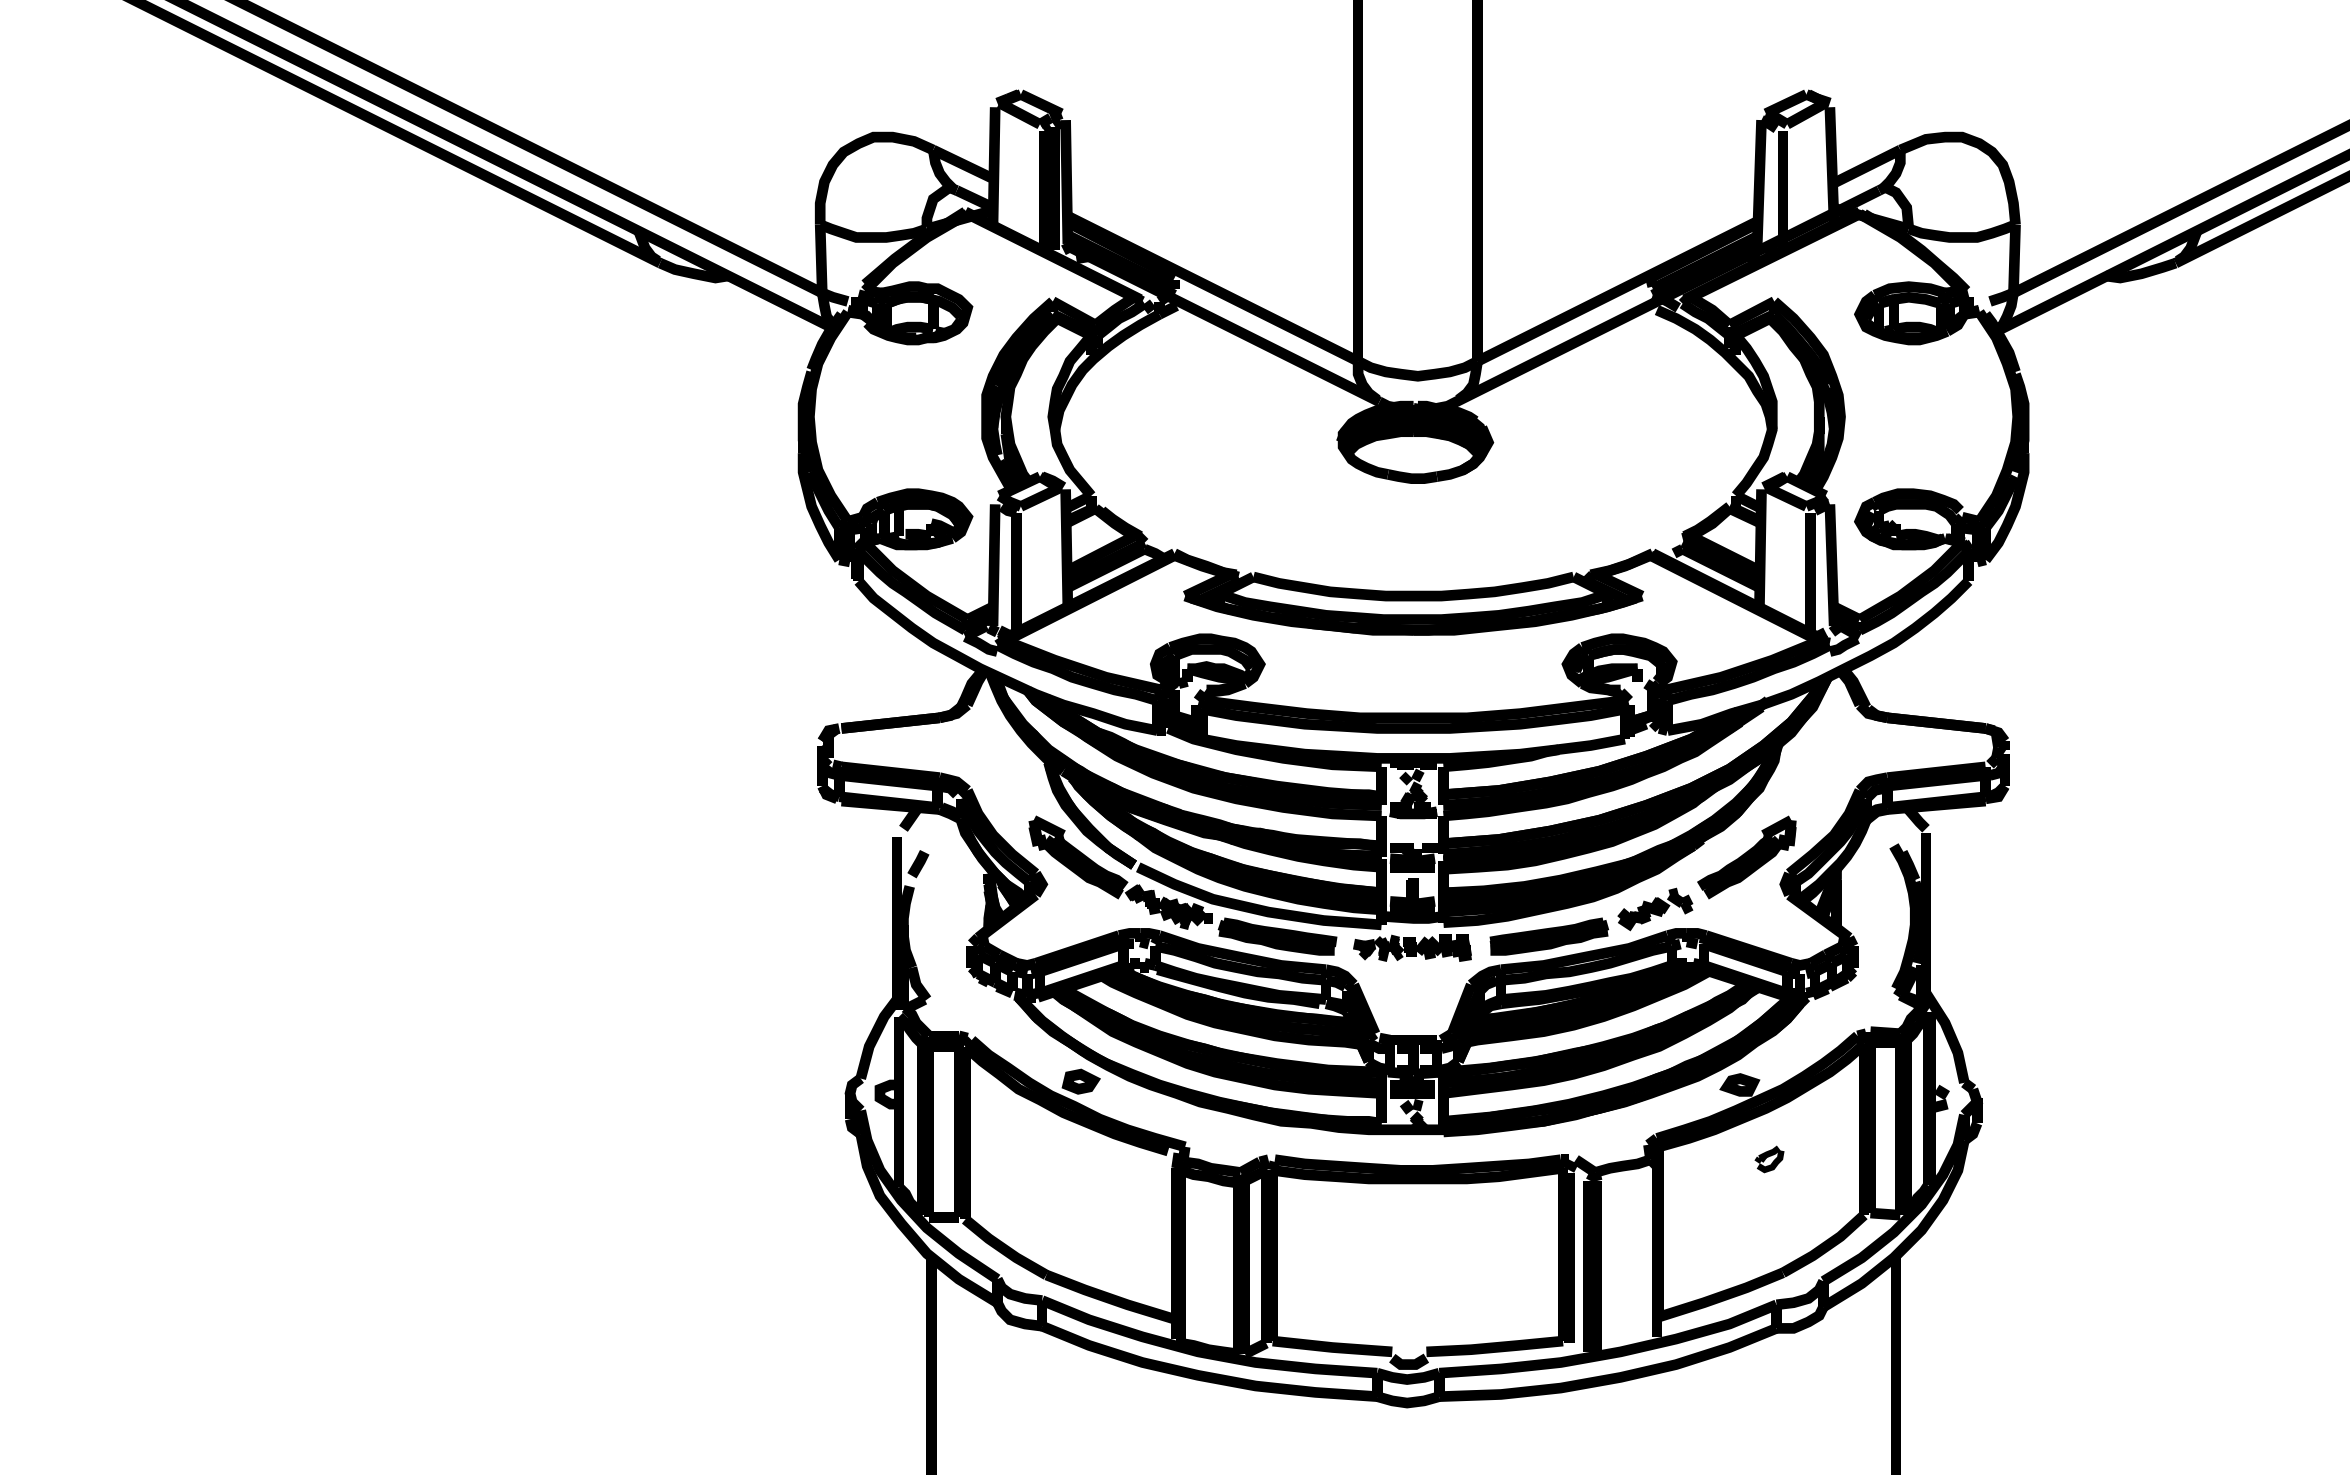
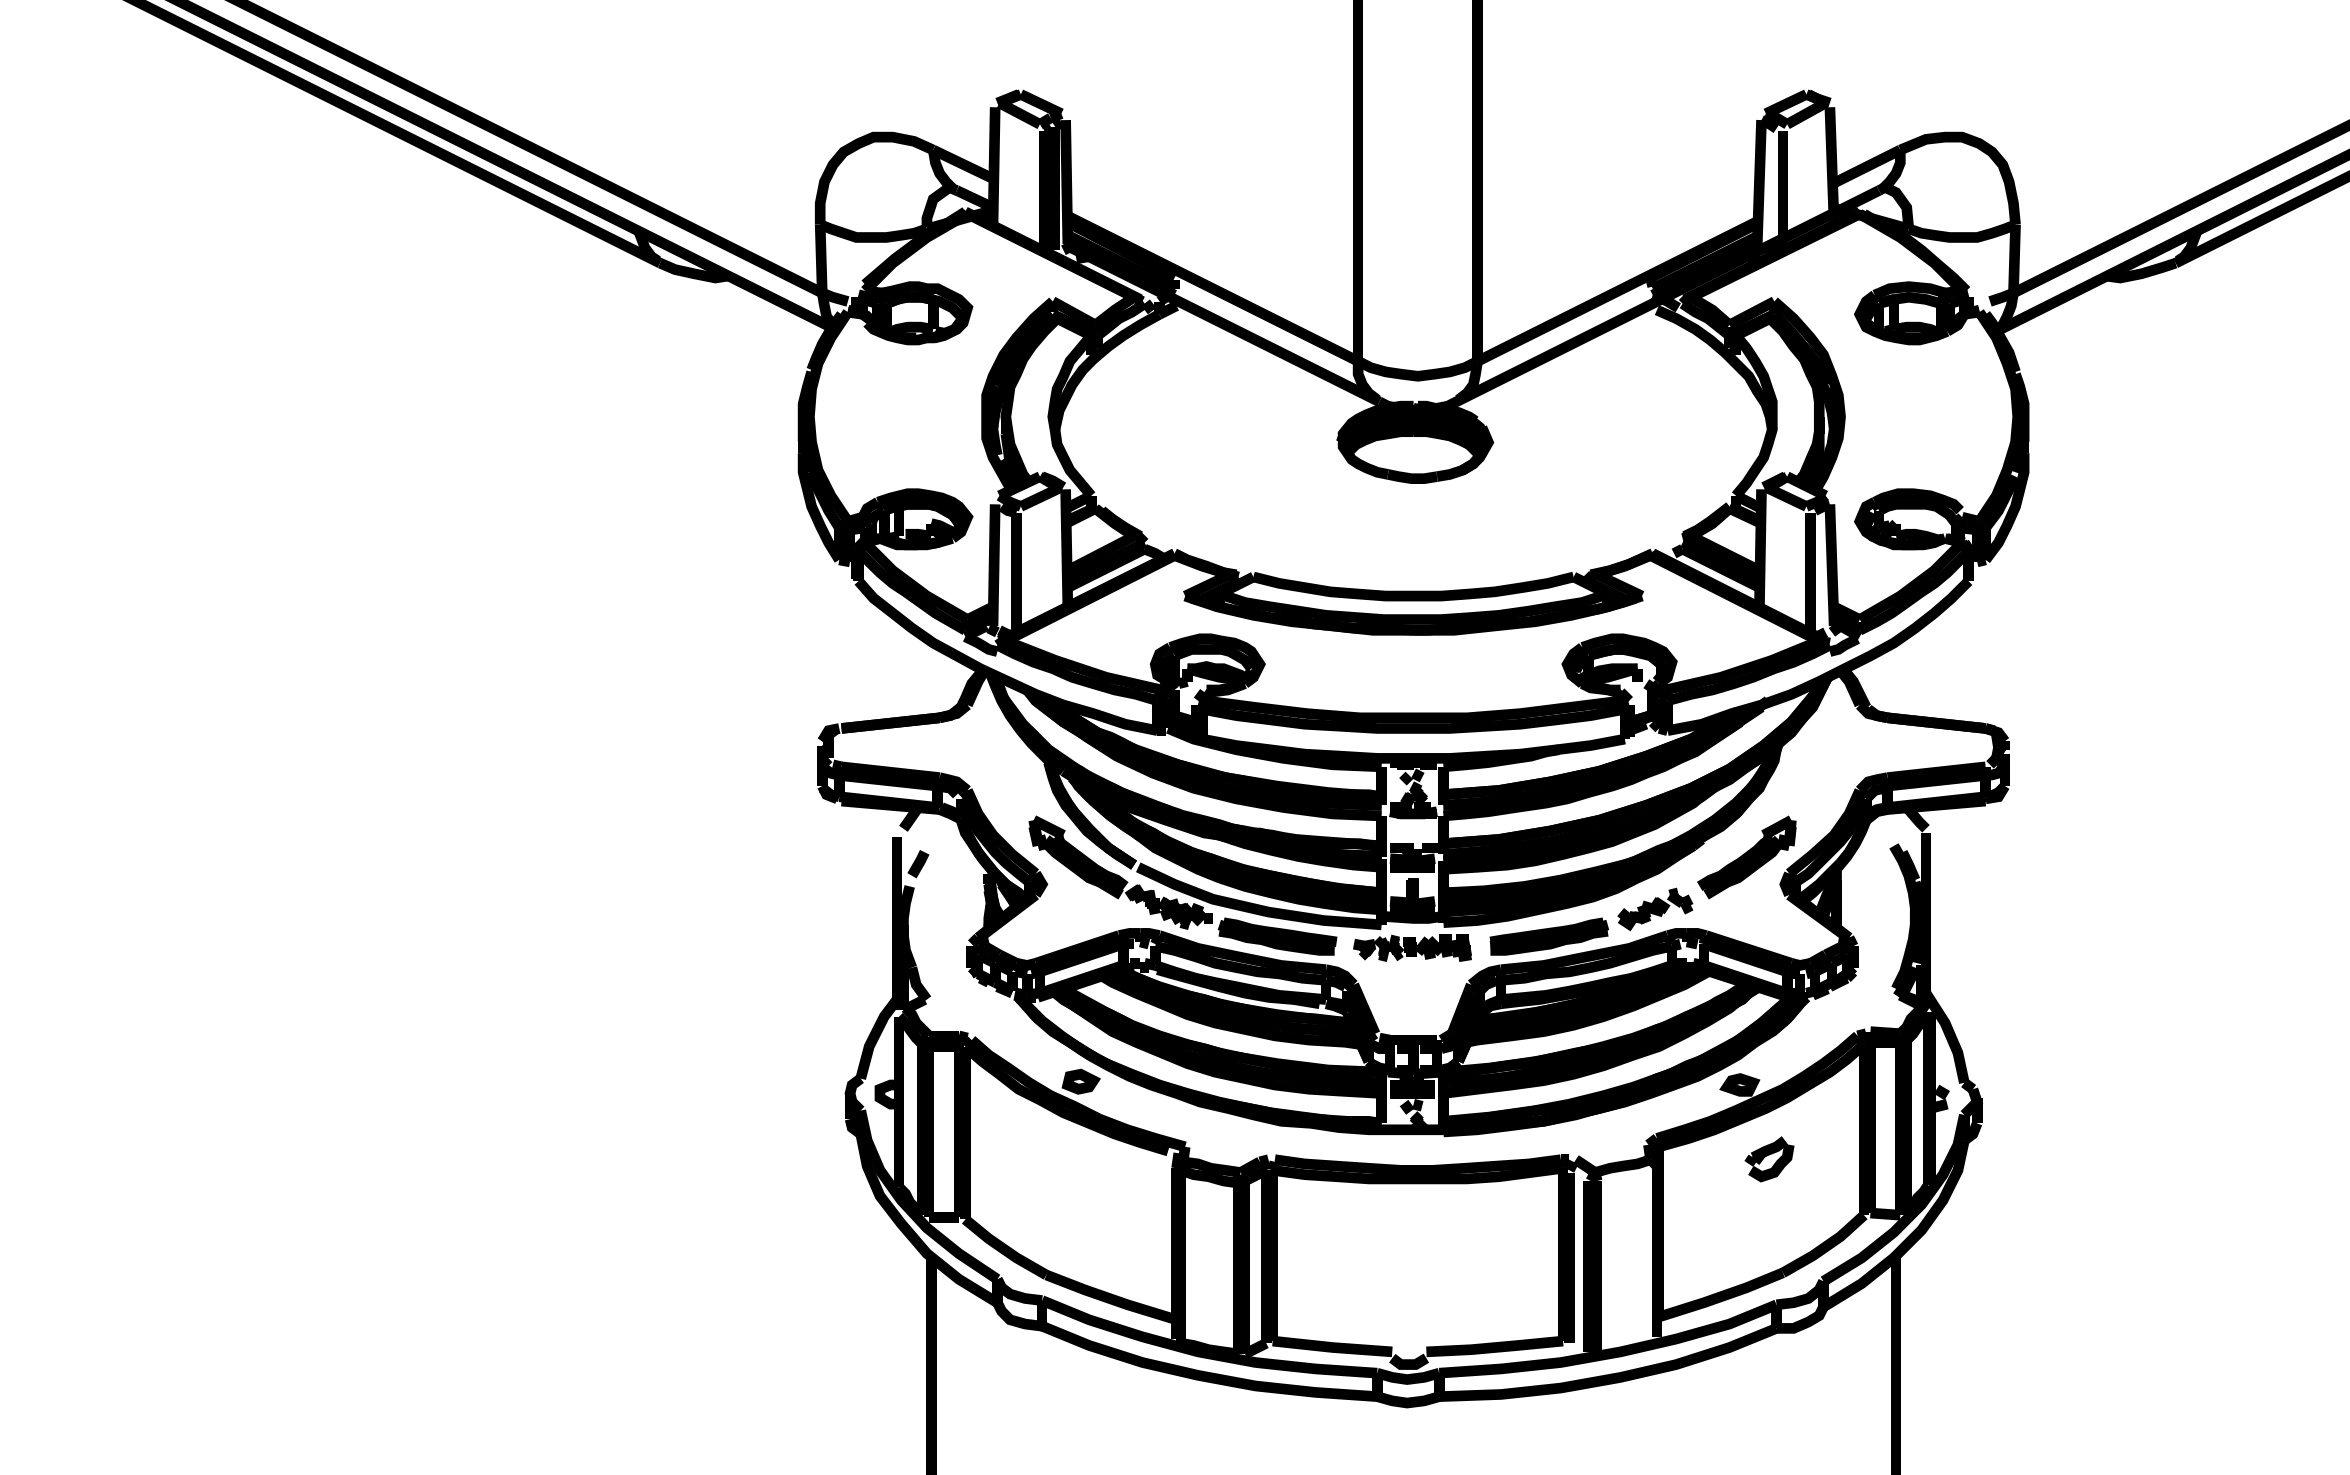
part at (1769, 1159) size: 31x29 px -> 51x47 px
